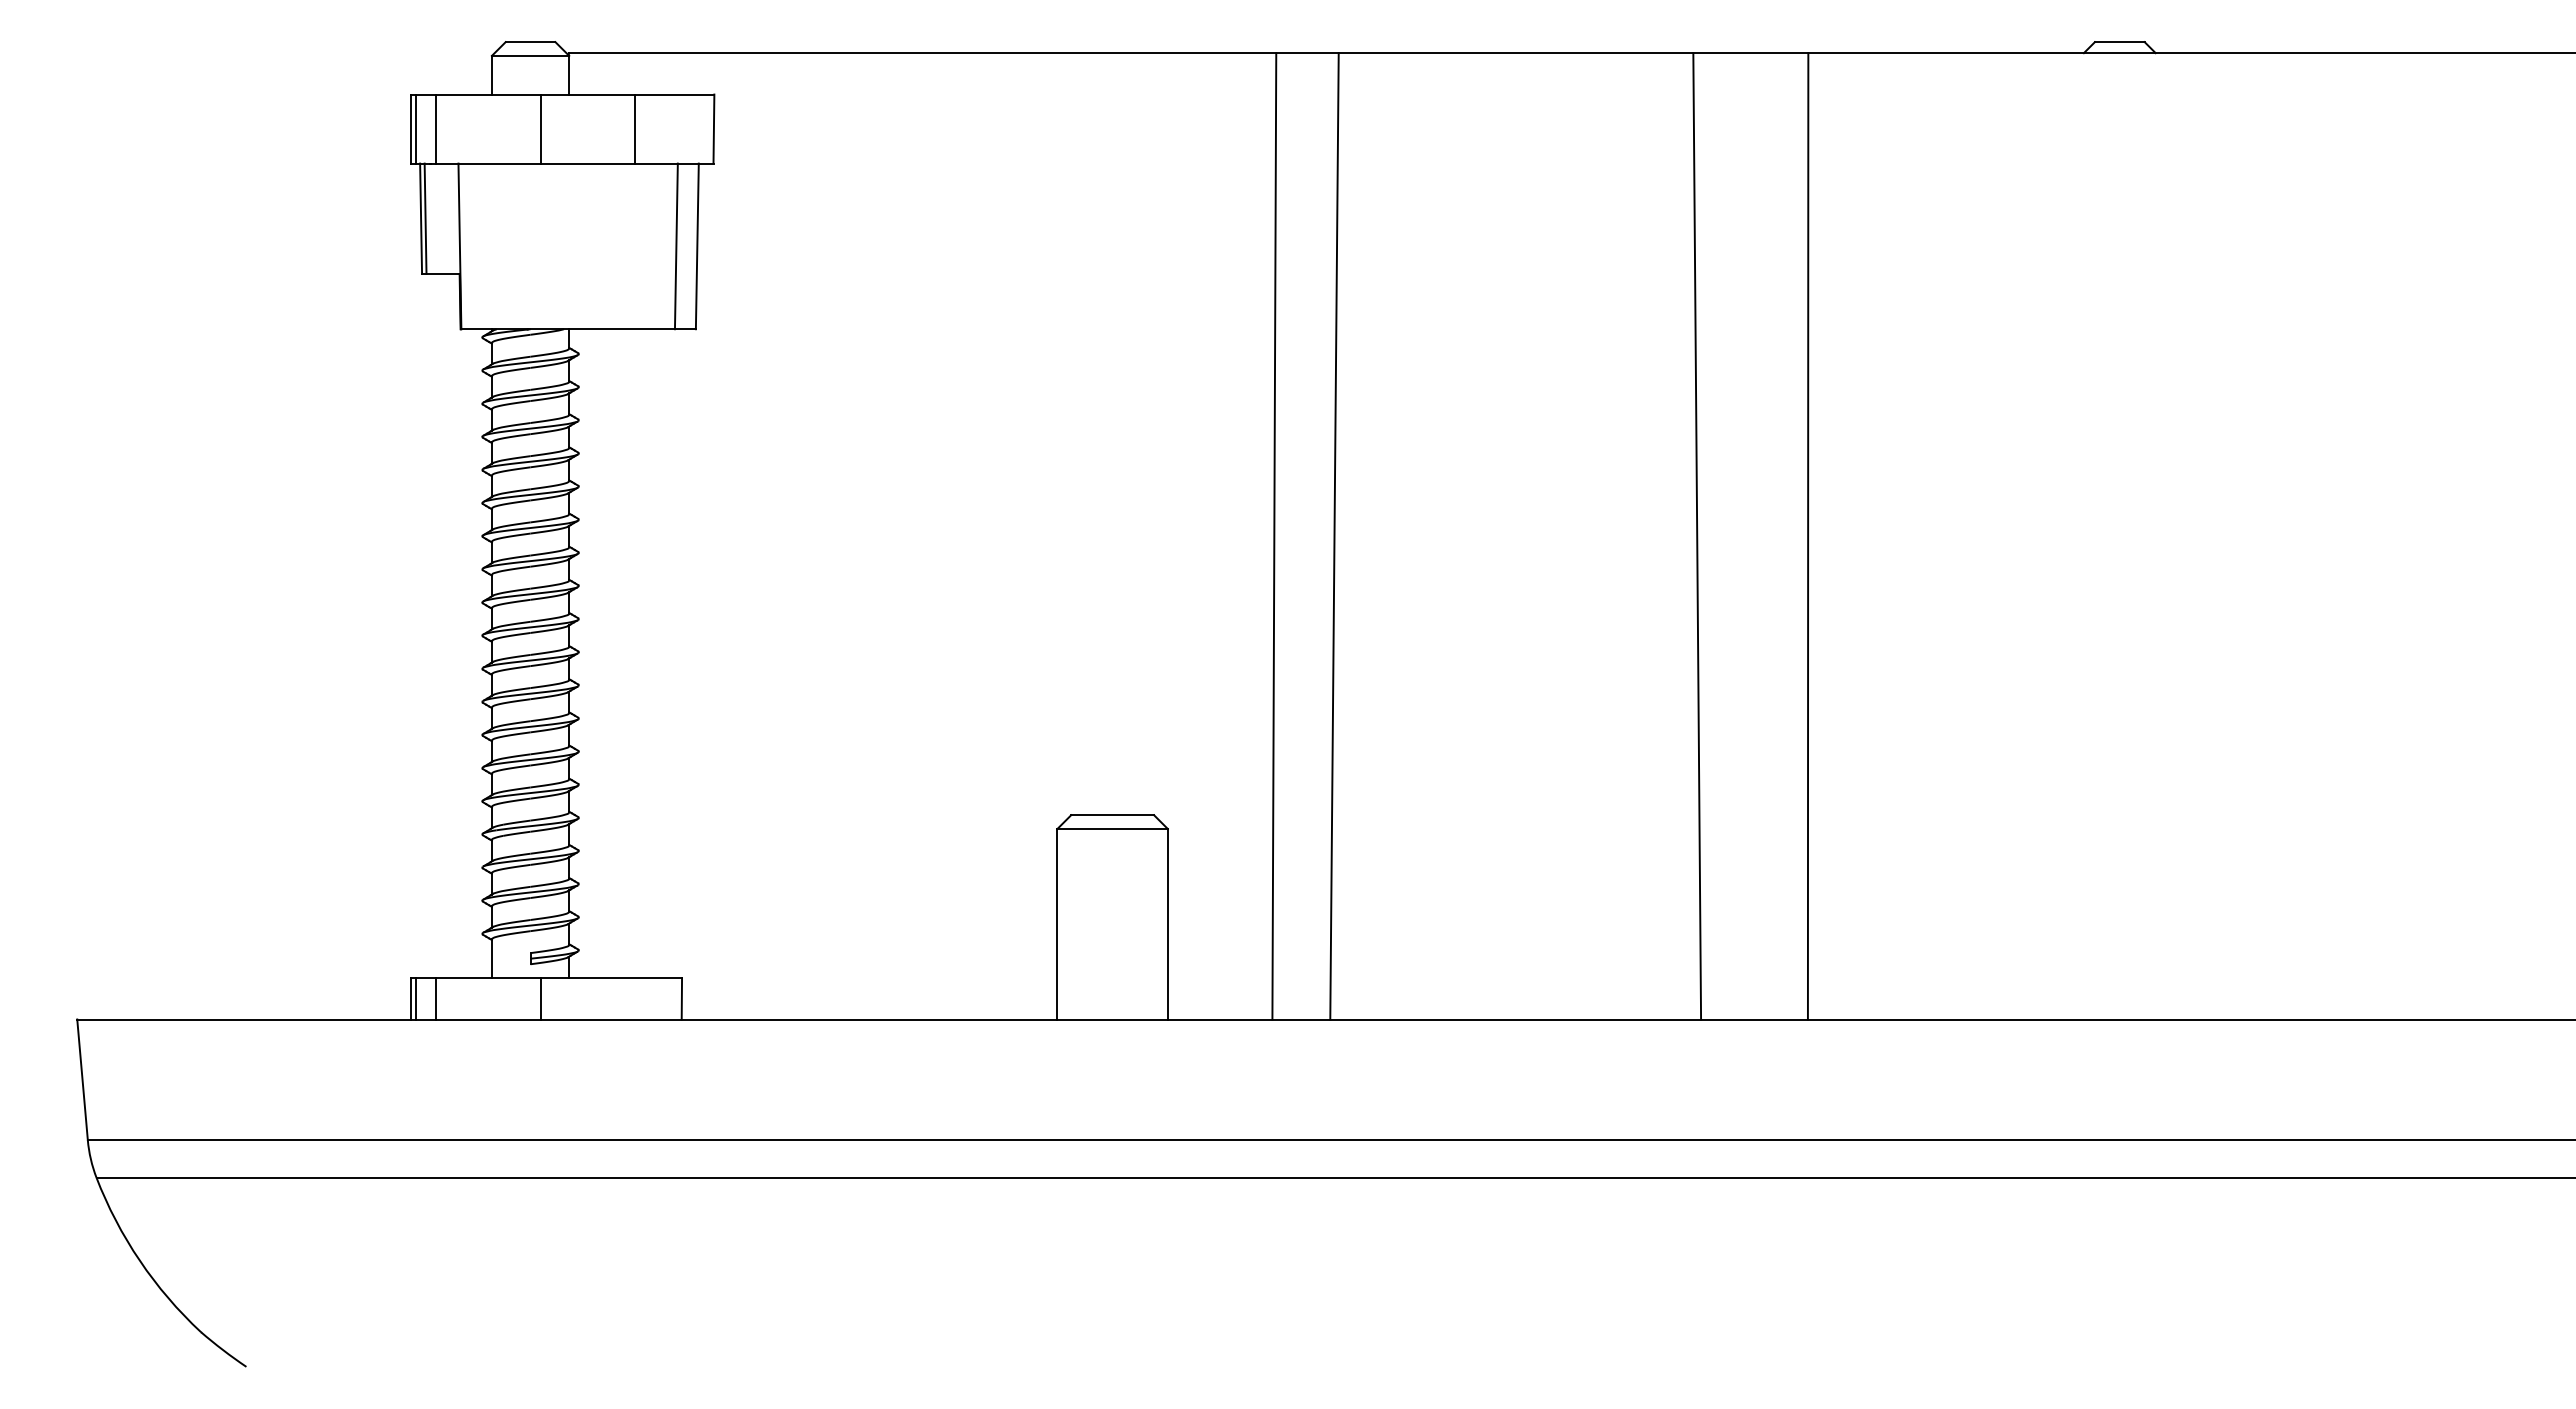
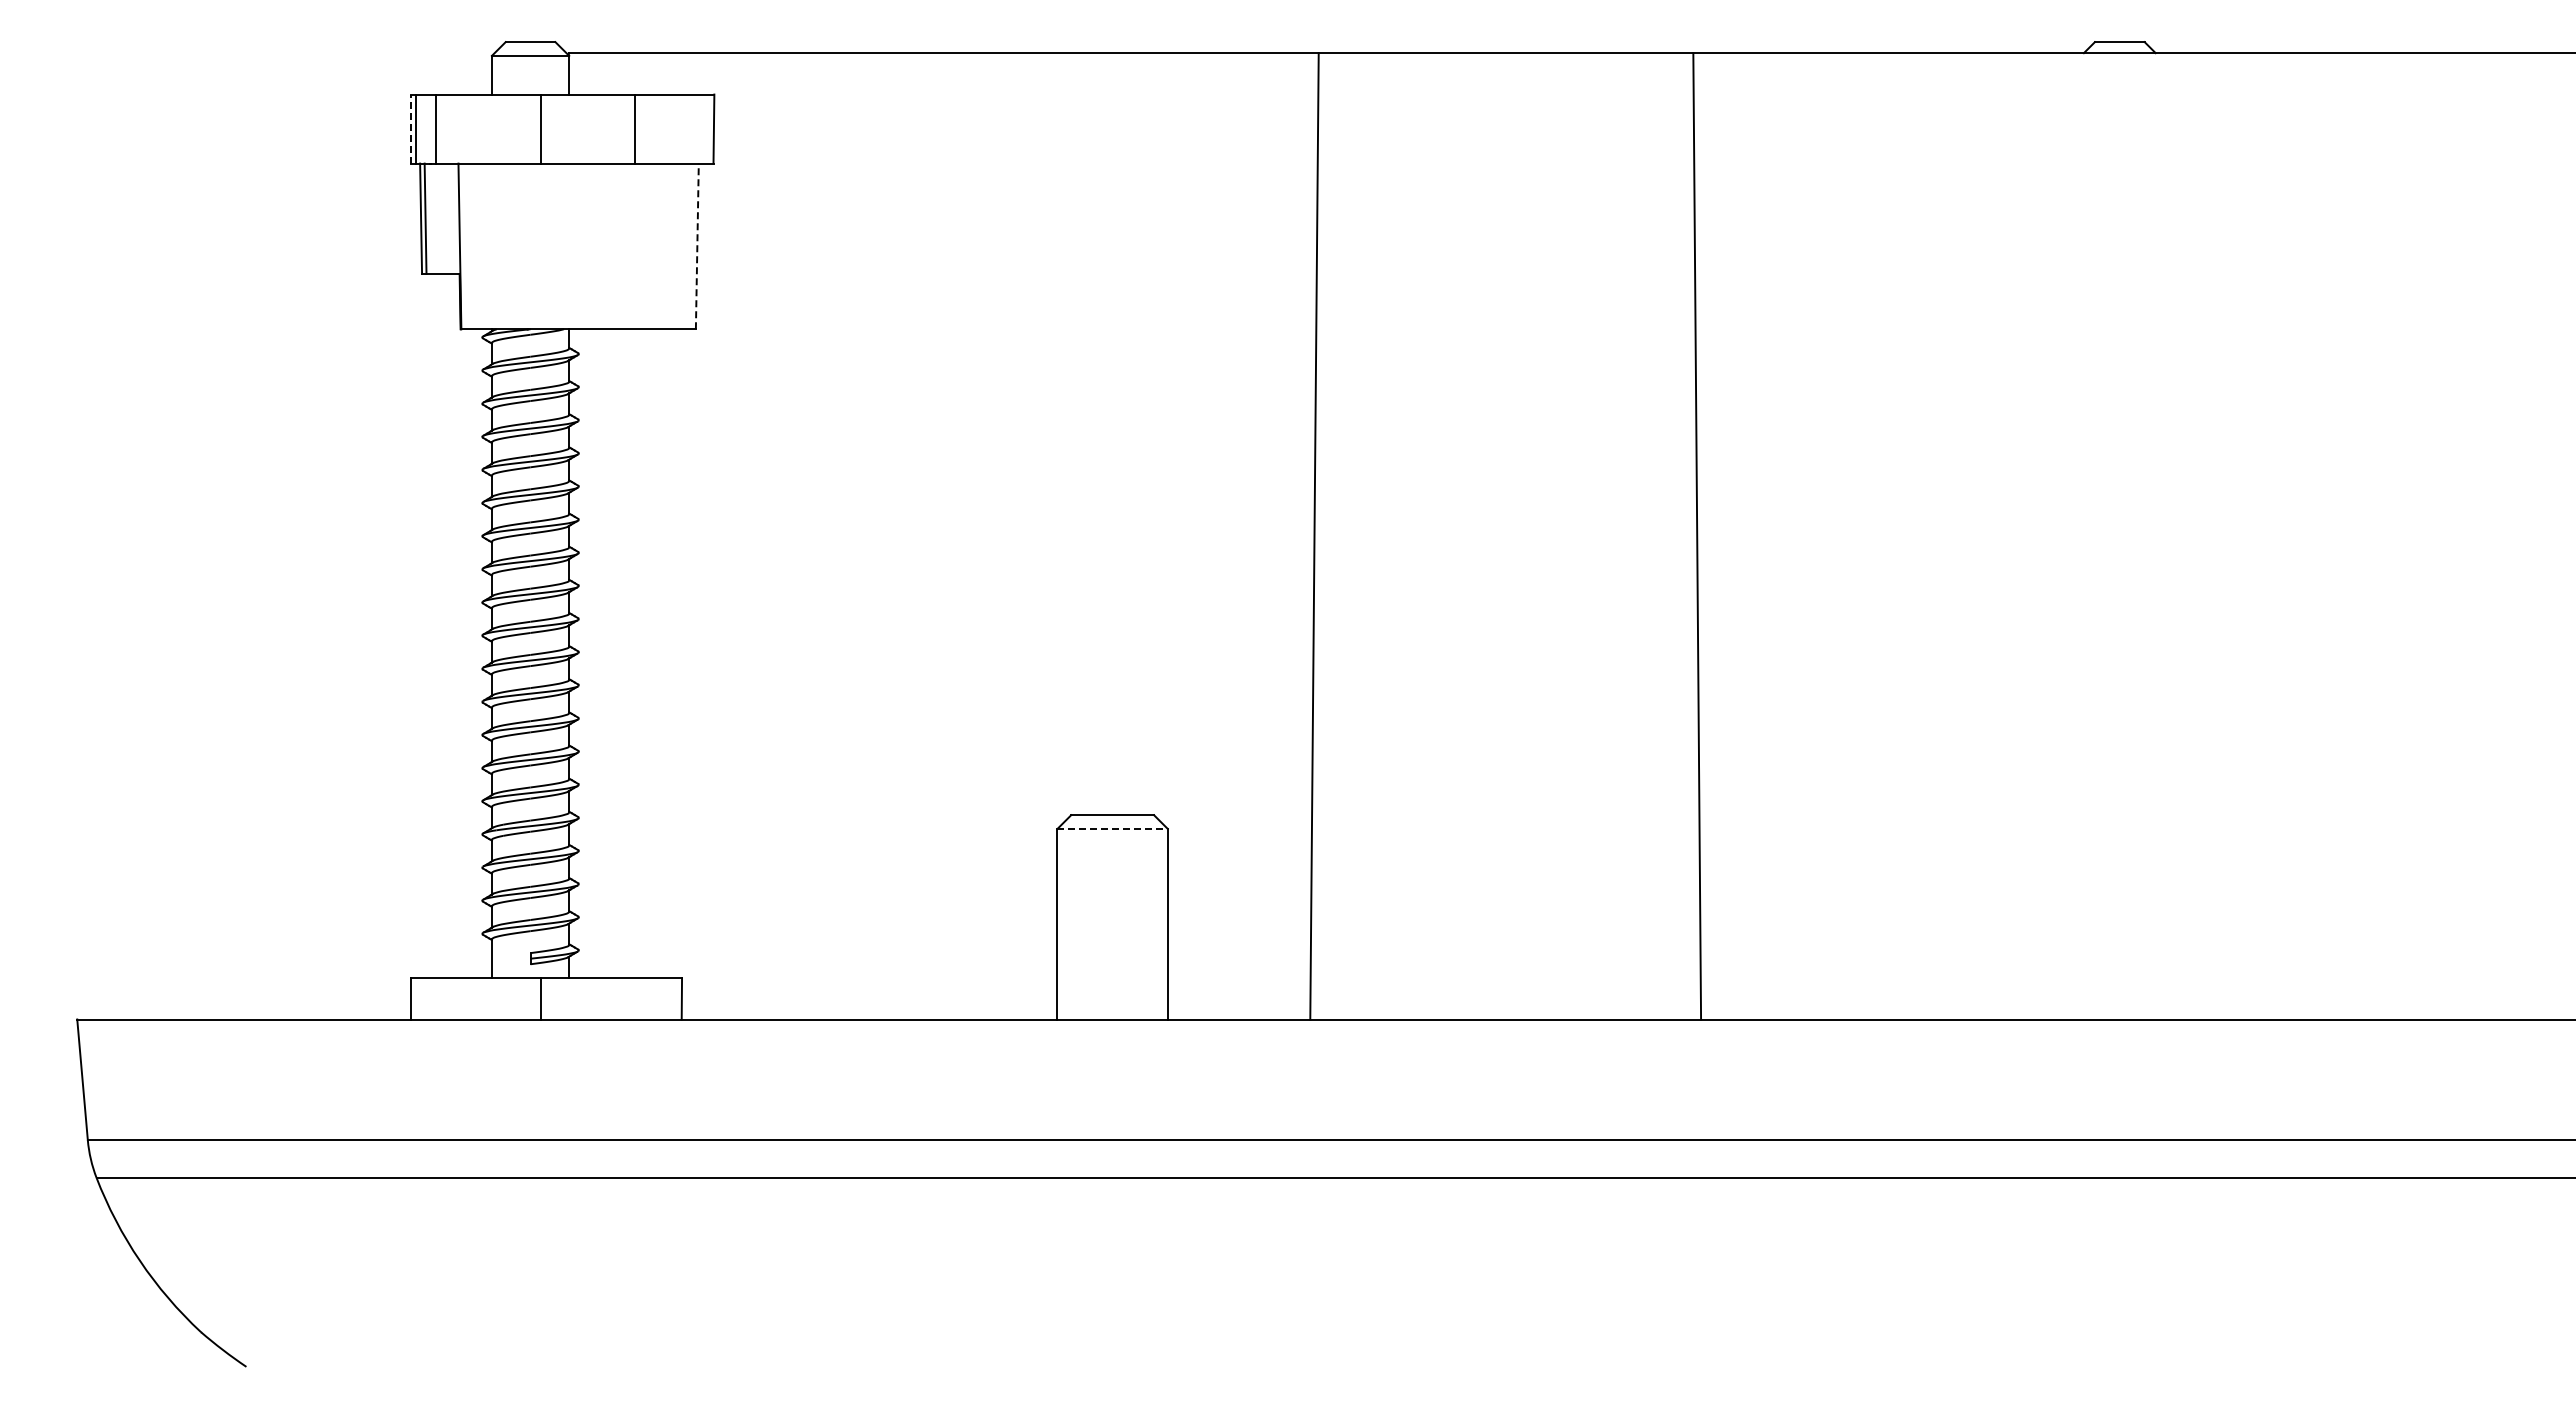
line at (411, 129): solid -> dashed
line at (675, 246): present -> none
line at (697, 246): solid -> dashed
line at (1274, 536): present -> none
line at (1334, 536) position: (1334, 536) -> (1314, 536)
line at (1807, 536): present -> none
line at (1113, 828): solid -> dashed
line at (415, 998): present -> none
line at (435, 998): present -> none
